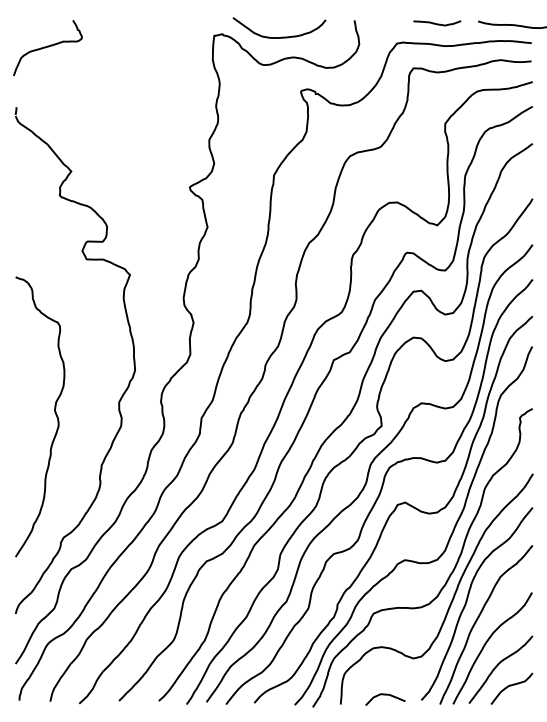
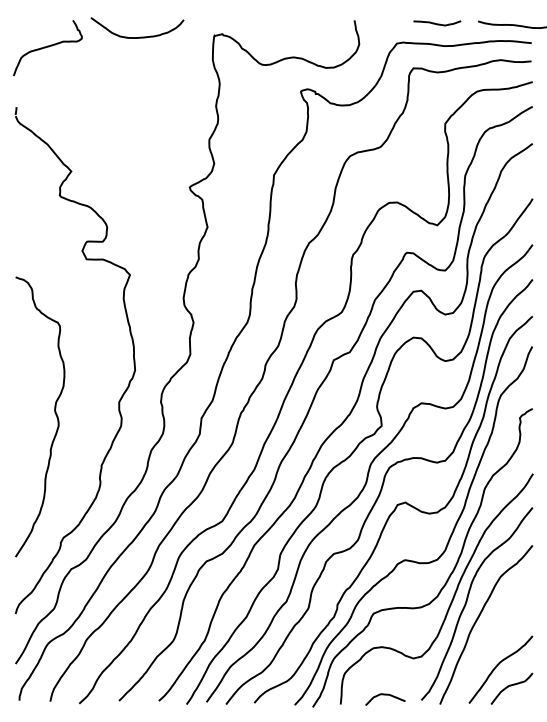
curve at (281, 36) position: (281, 36) -> (139, 36)
curve at (486, 644): present -> none
